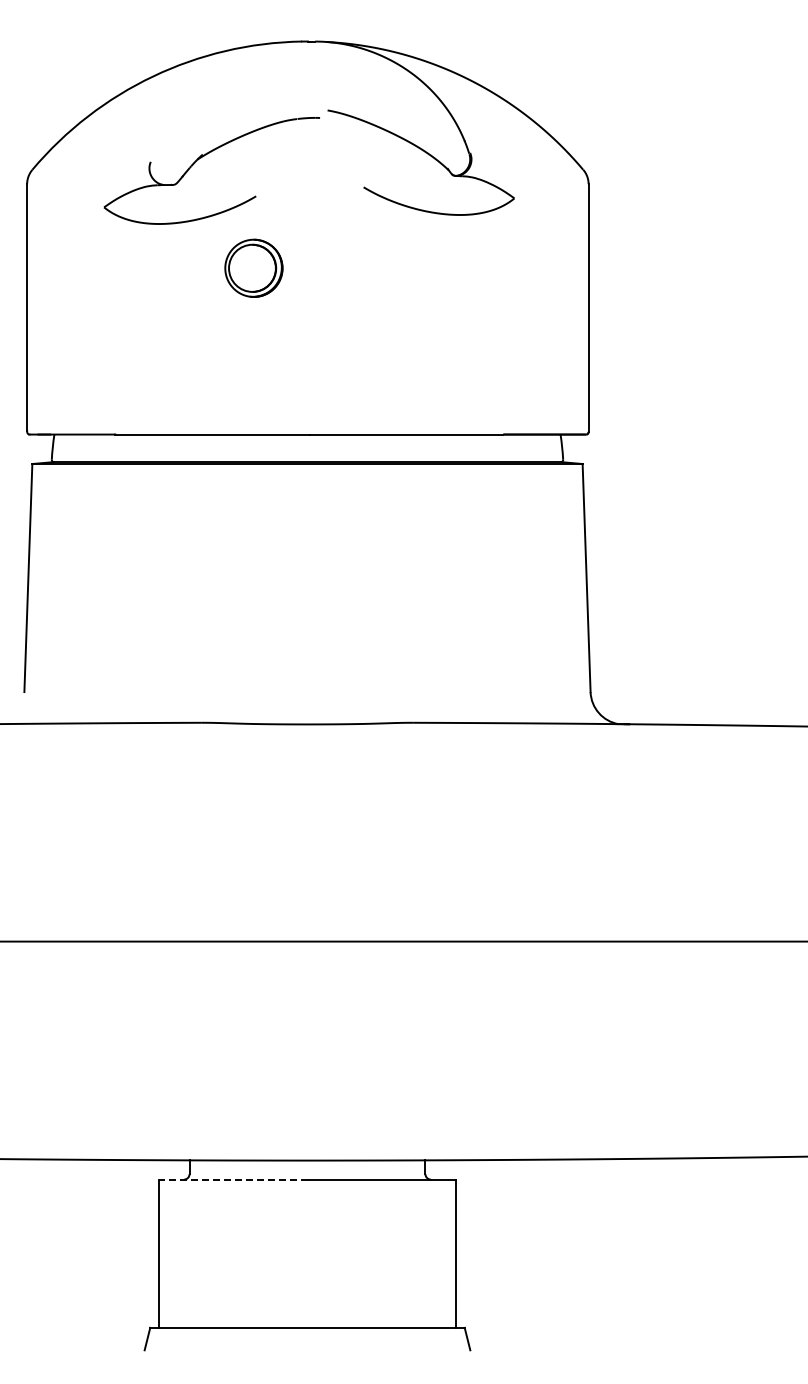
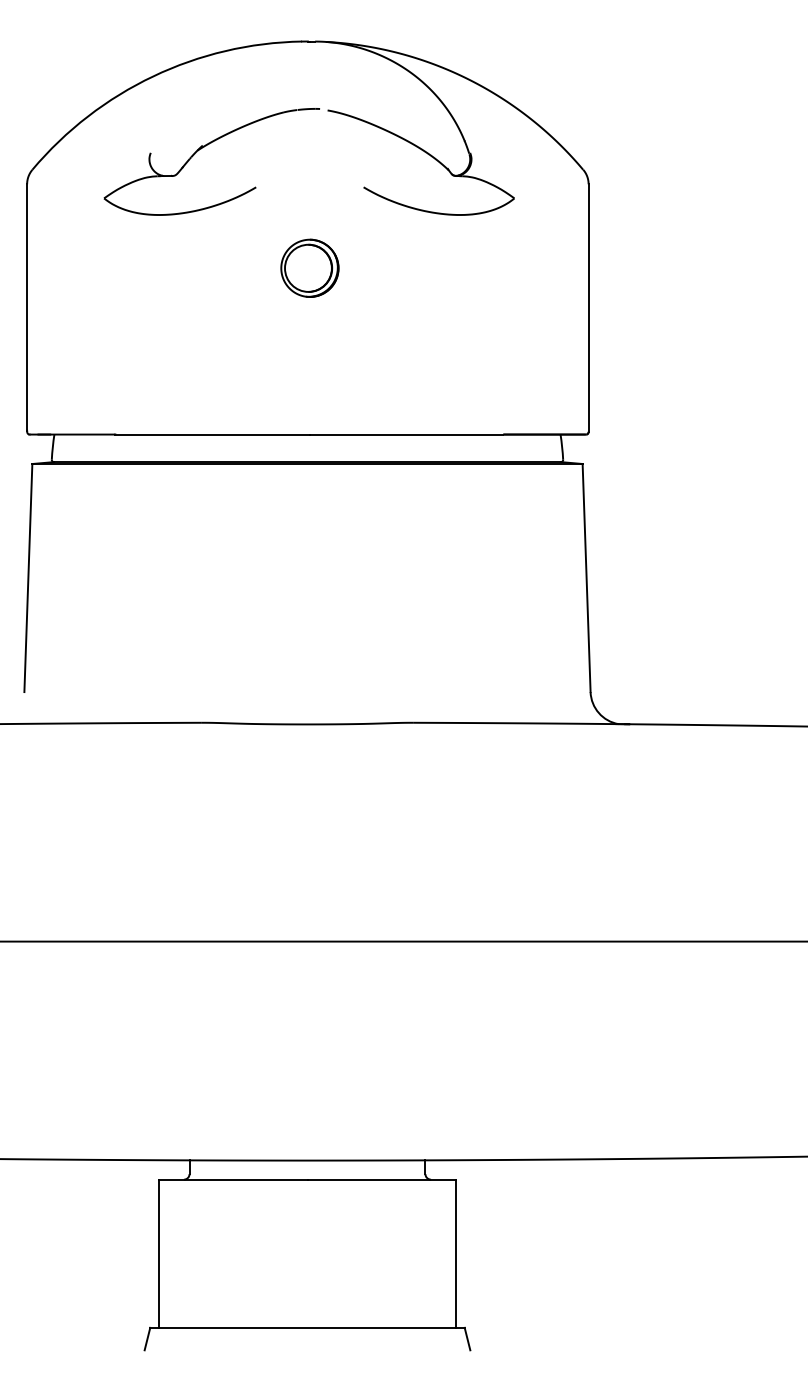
part at (201, 158) position: (201, 158) -> (201, 149)
part at (253, 267) position: (253, 267) -> (309, 267)
line at (232, 1179): dashed -> solid
